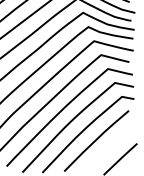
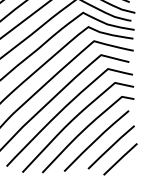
line at (110, 147): none -> present
